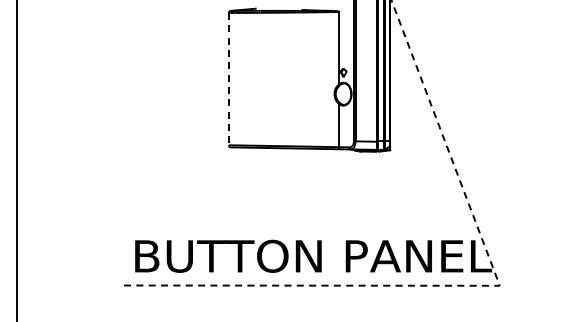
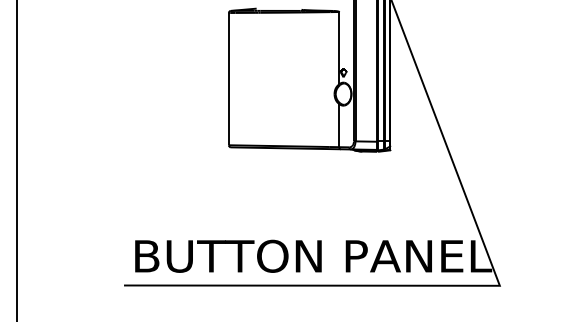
line at (228, 79): dashed -> solid
line at (464, 285): dashed -> solid
